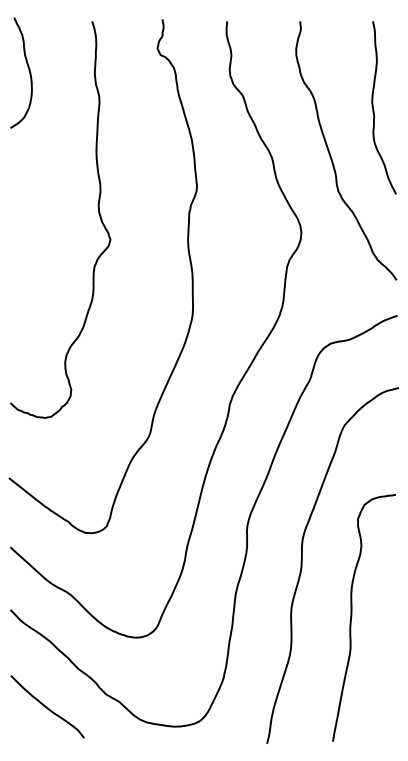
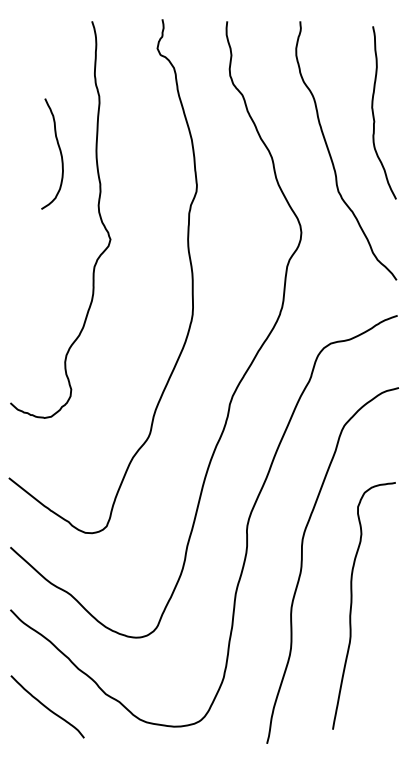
curve at (28, 70) position: (28, 70) -> (59, 151)
curve at (374, 109) position: (374, 109) -> (374, 114)
curve at (352, 616) position: (352, 616) -> (352, 604)
